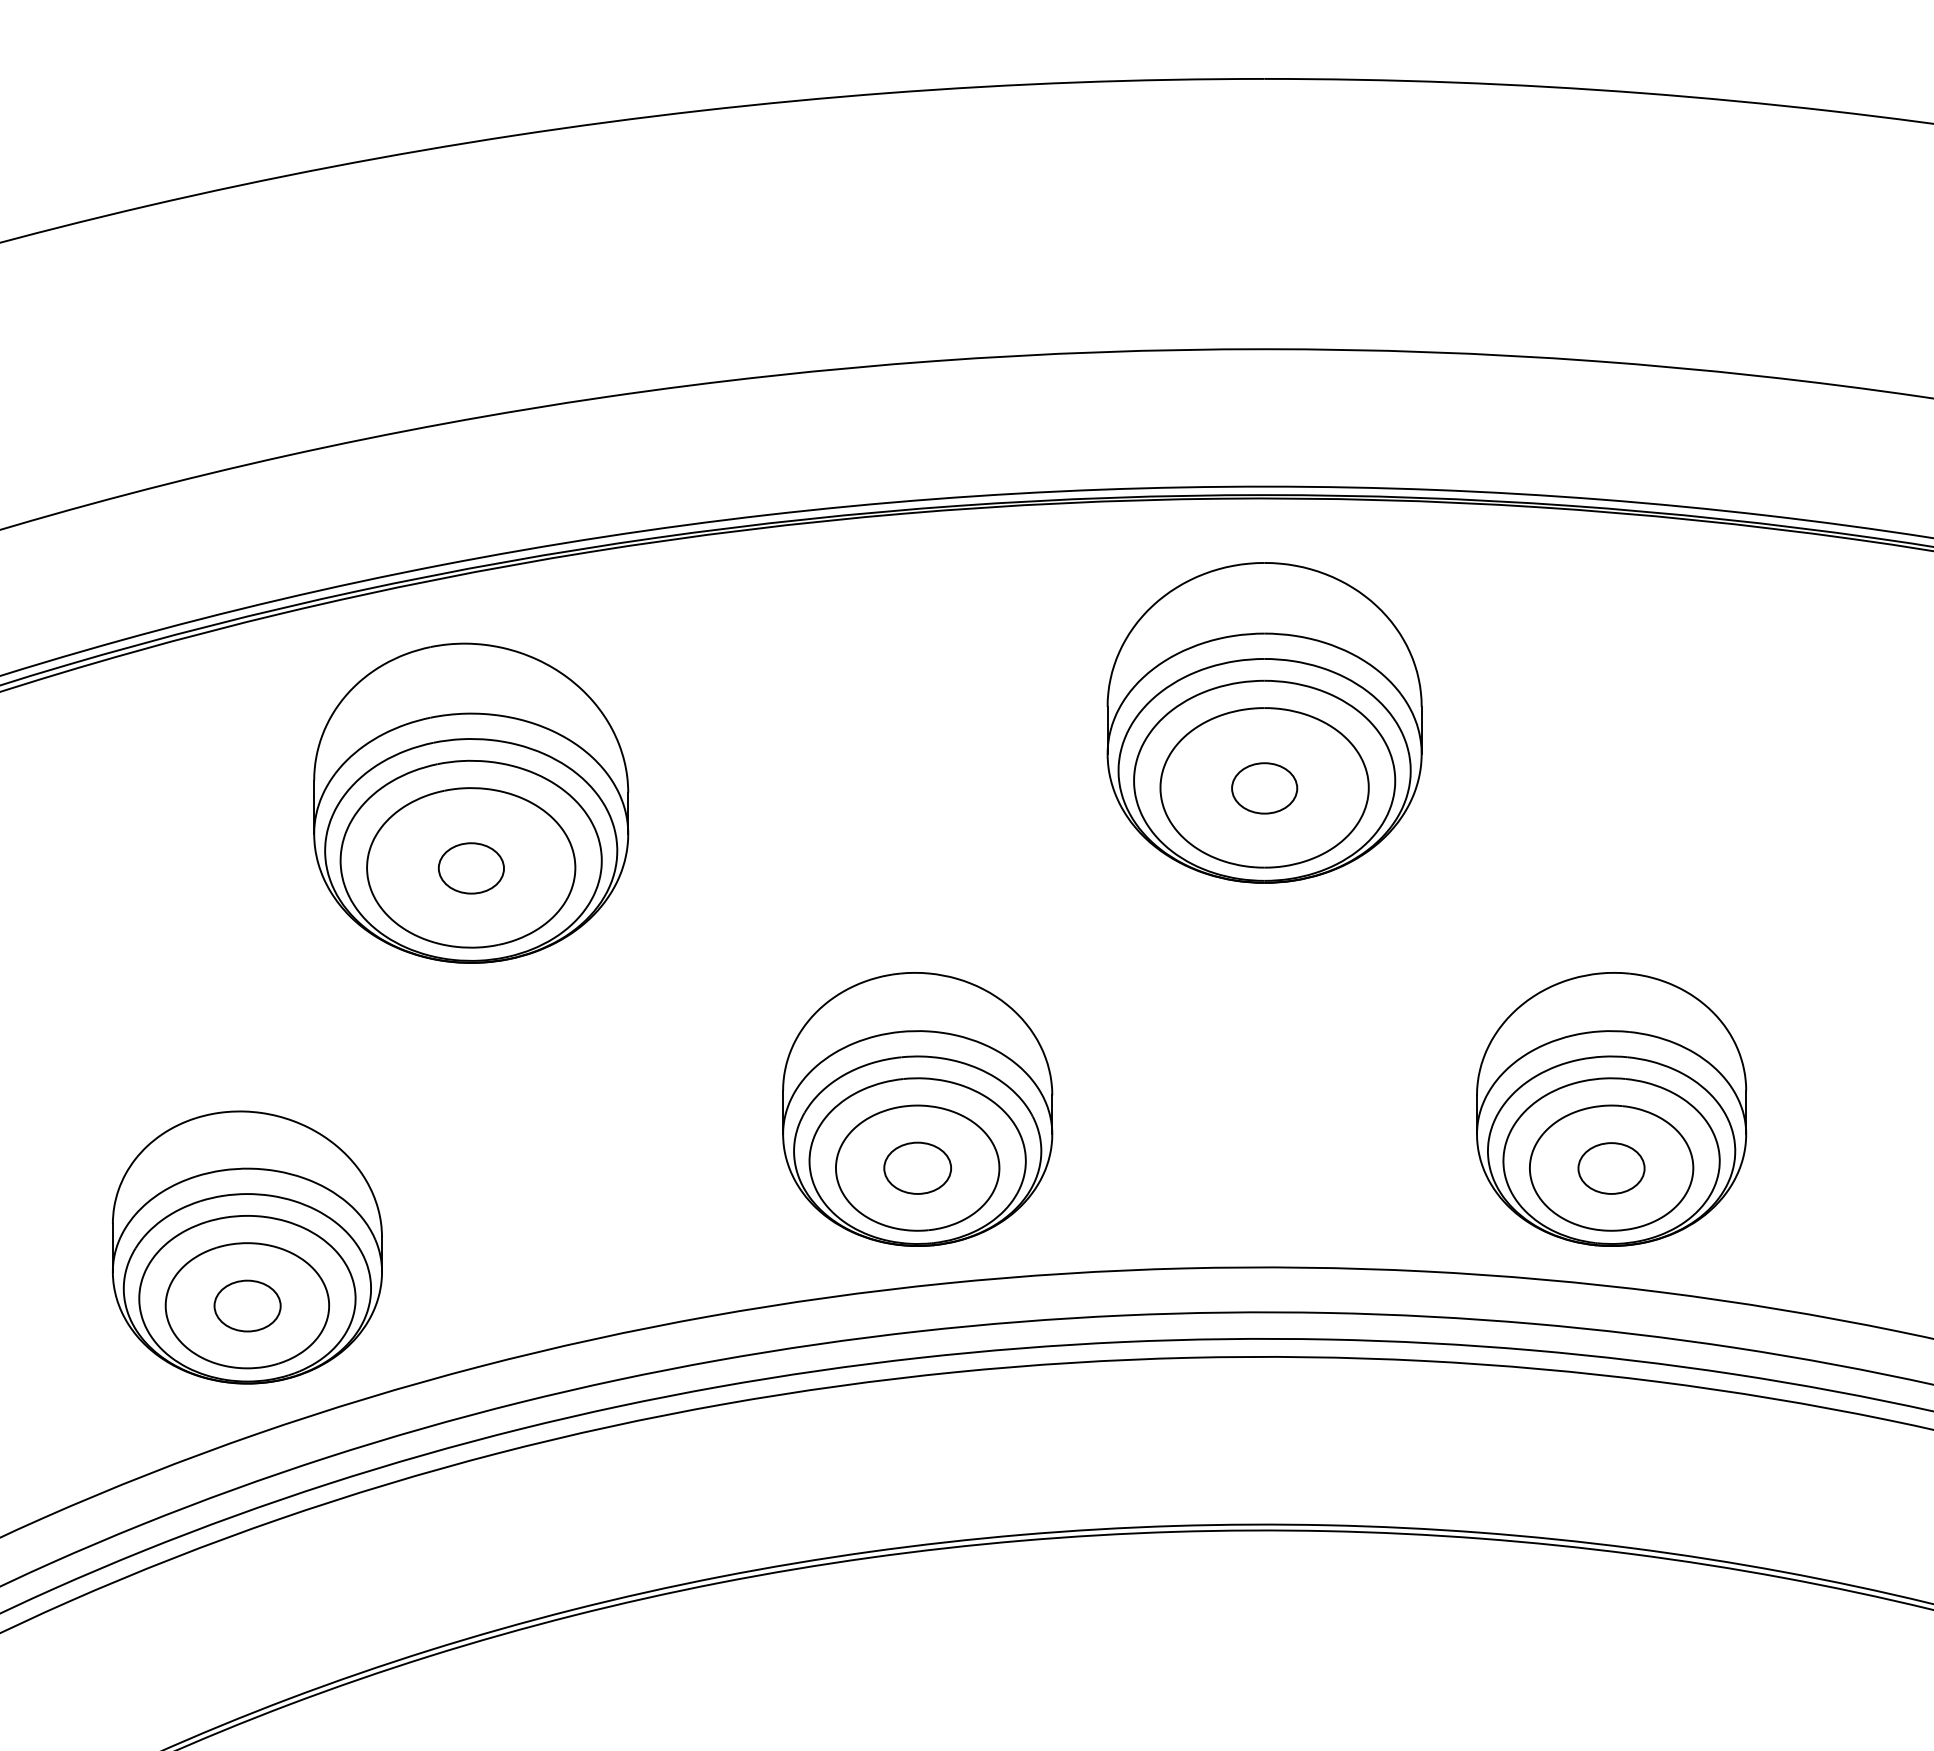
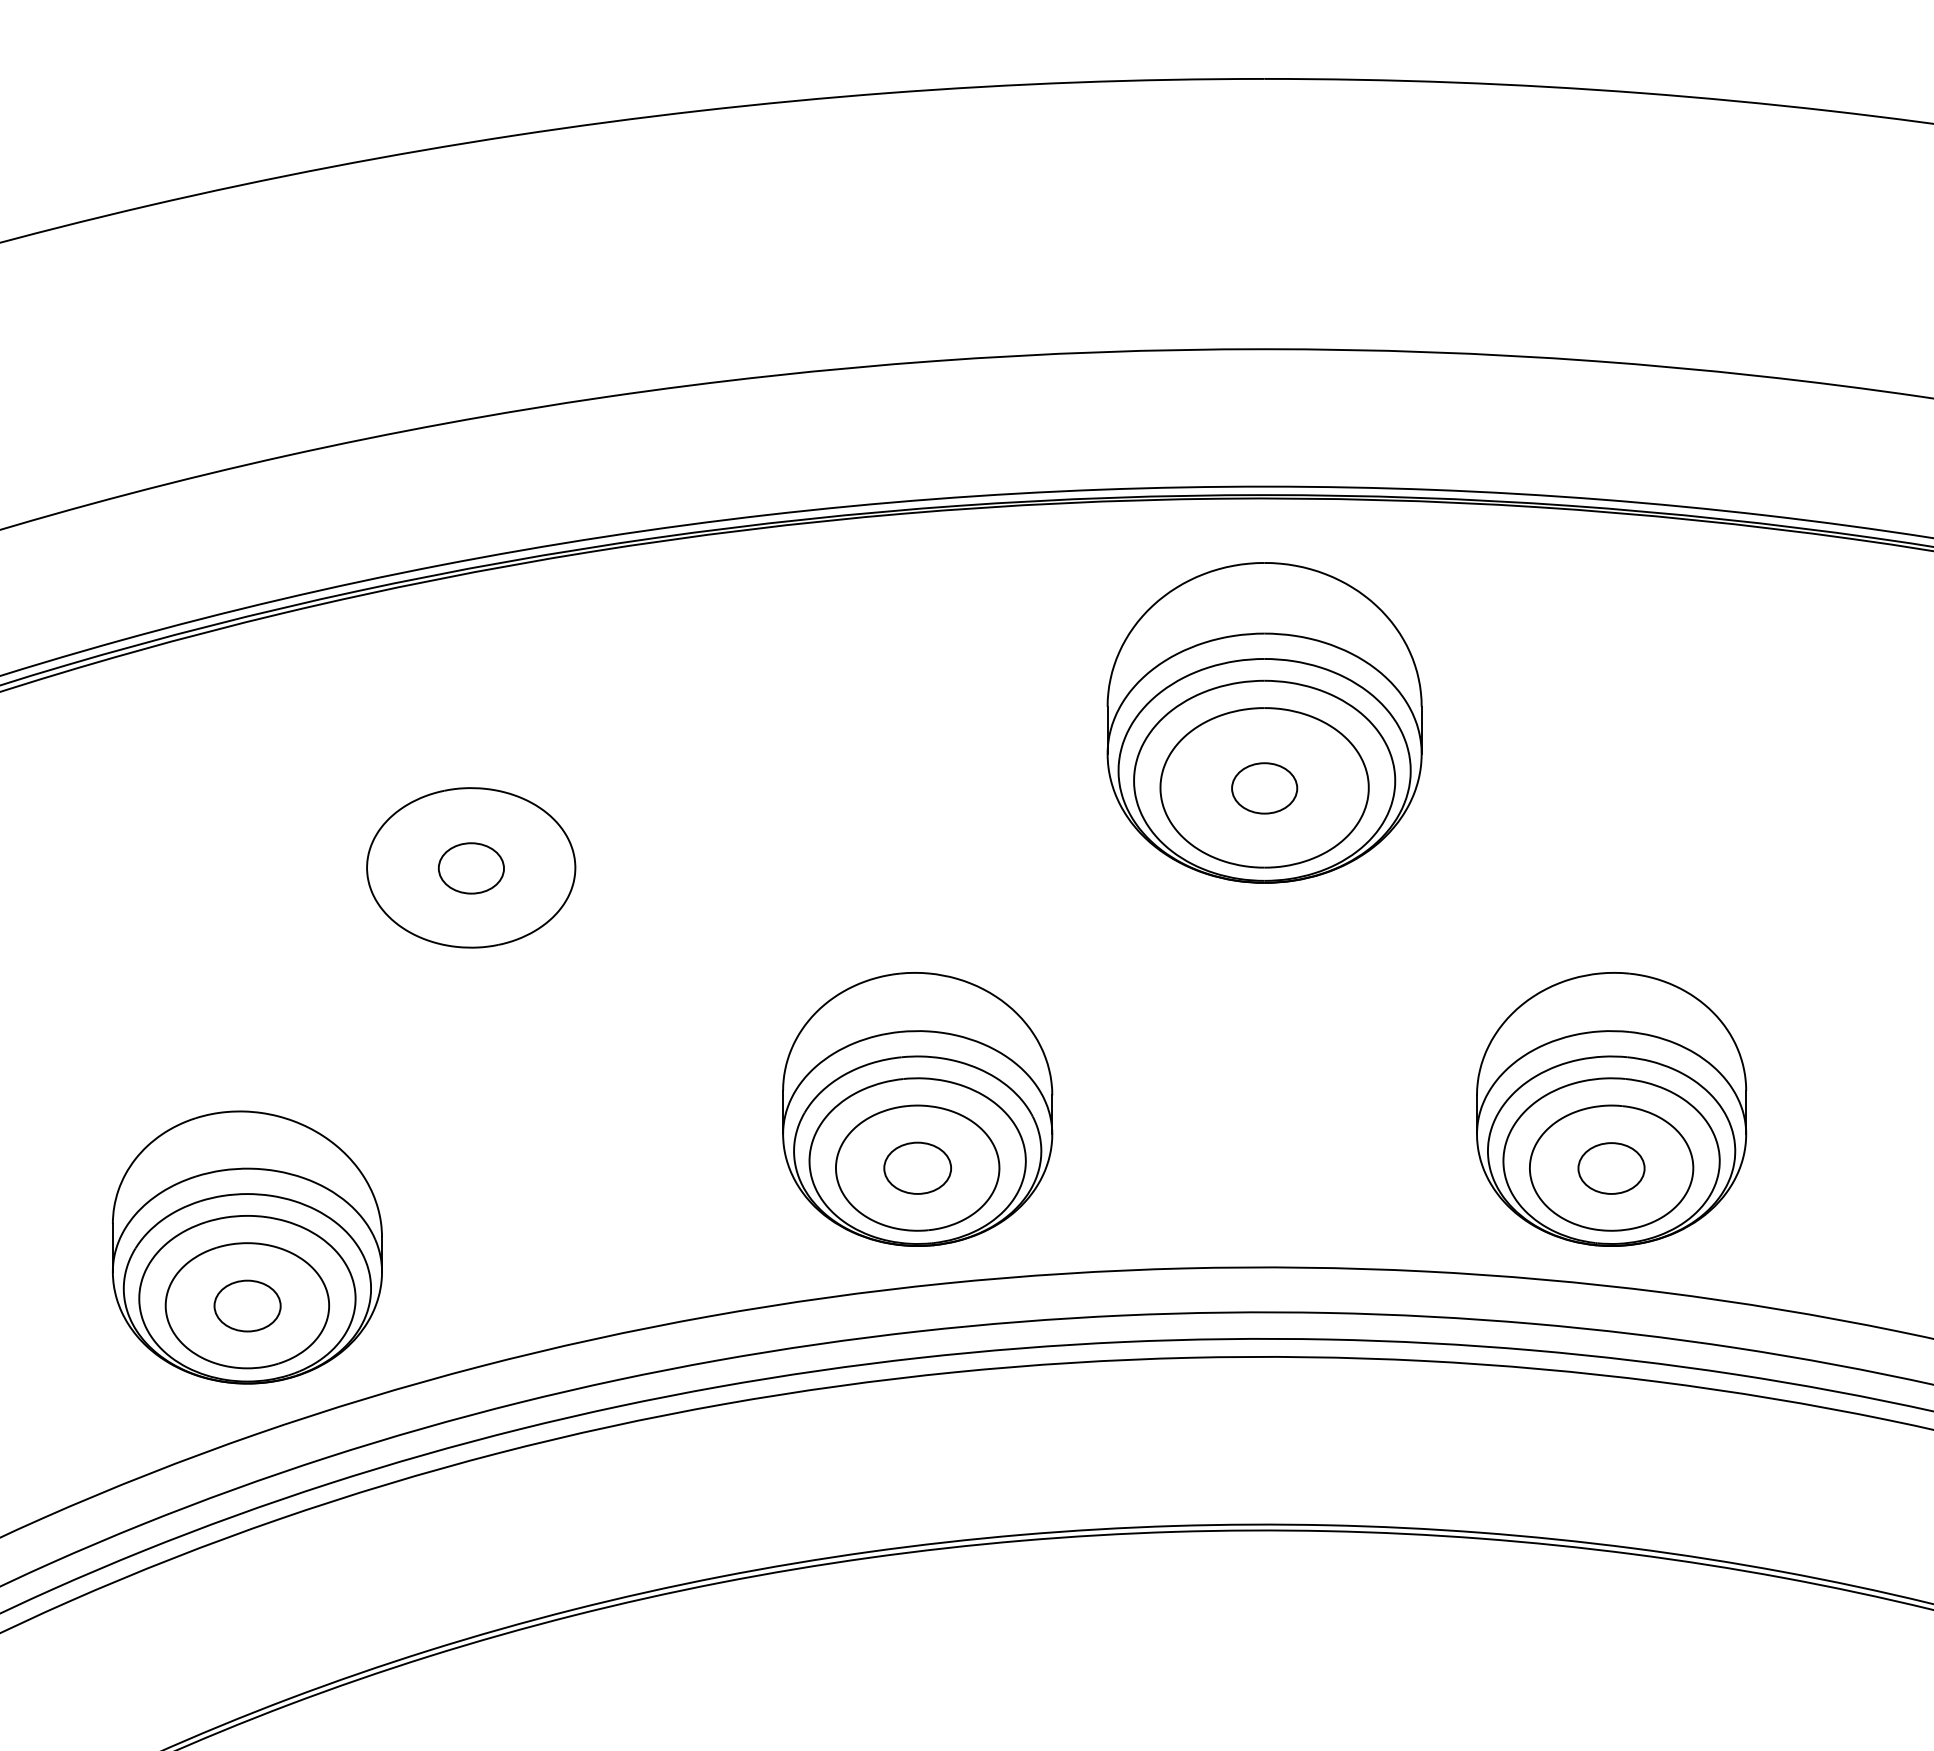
part at (471, 802): present -> none
